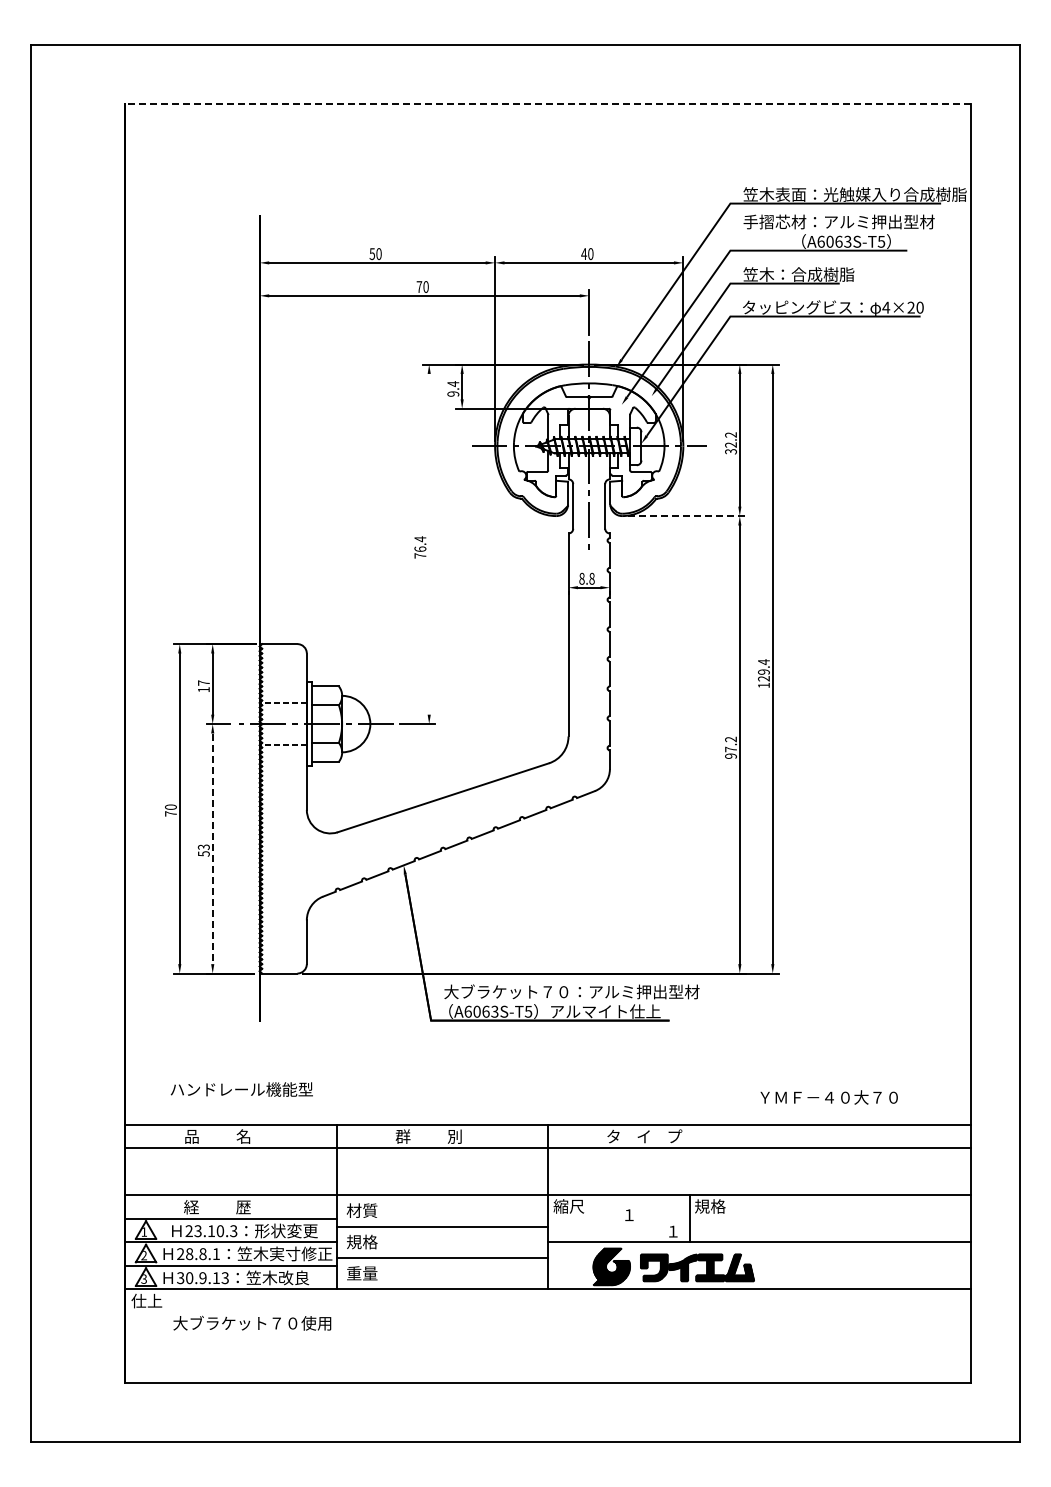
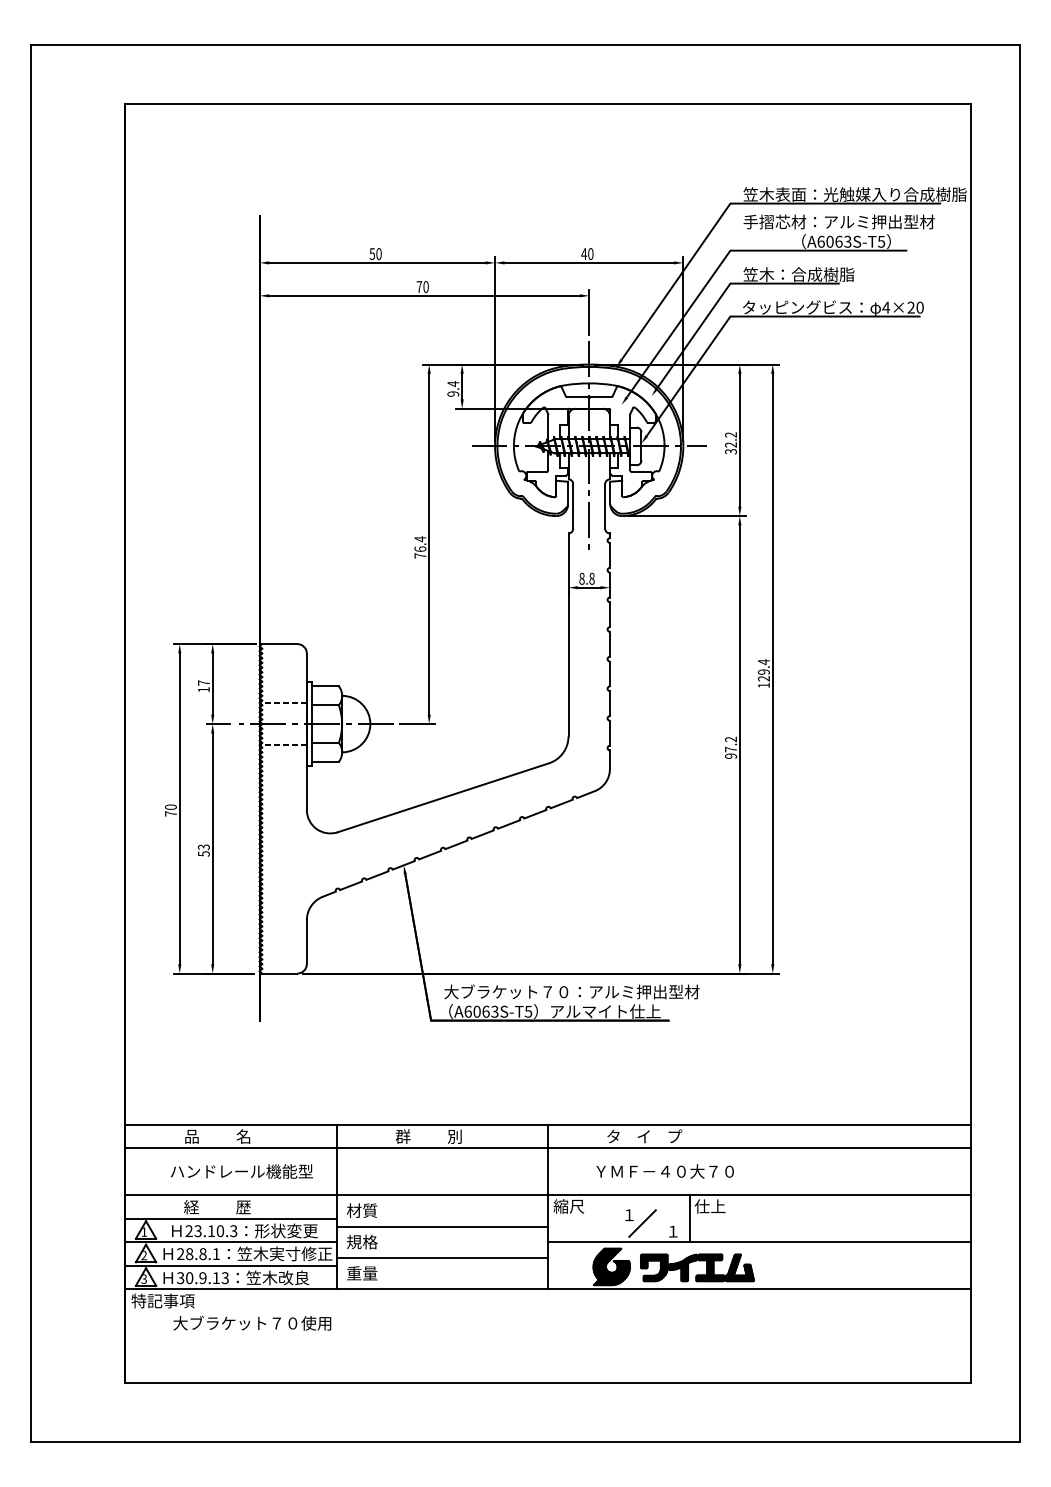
line at (548, 104): dashed -> solid
line at (686, 516): dashed -> solid
line at (429, 543): none -> present
line at (212, 849): dashed -> solid
text at (241, 1089) position: (241, 1089) -> (241, 1171)
text at (828, 1097) position: (828, 1097) -> (664, 1171)
text at (709, 1206): 規格 -> 仕上
line at (642, 1223): none -> present
text at (162, 1300): 仕上 -> 特記事項
